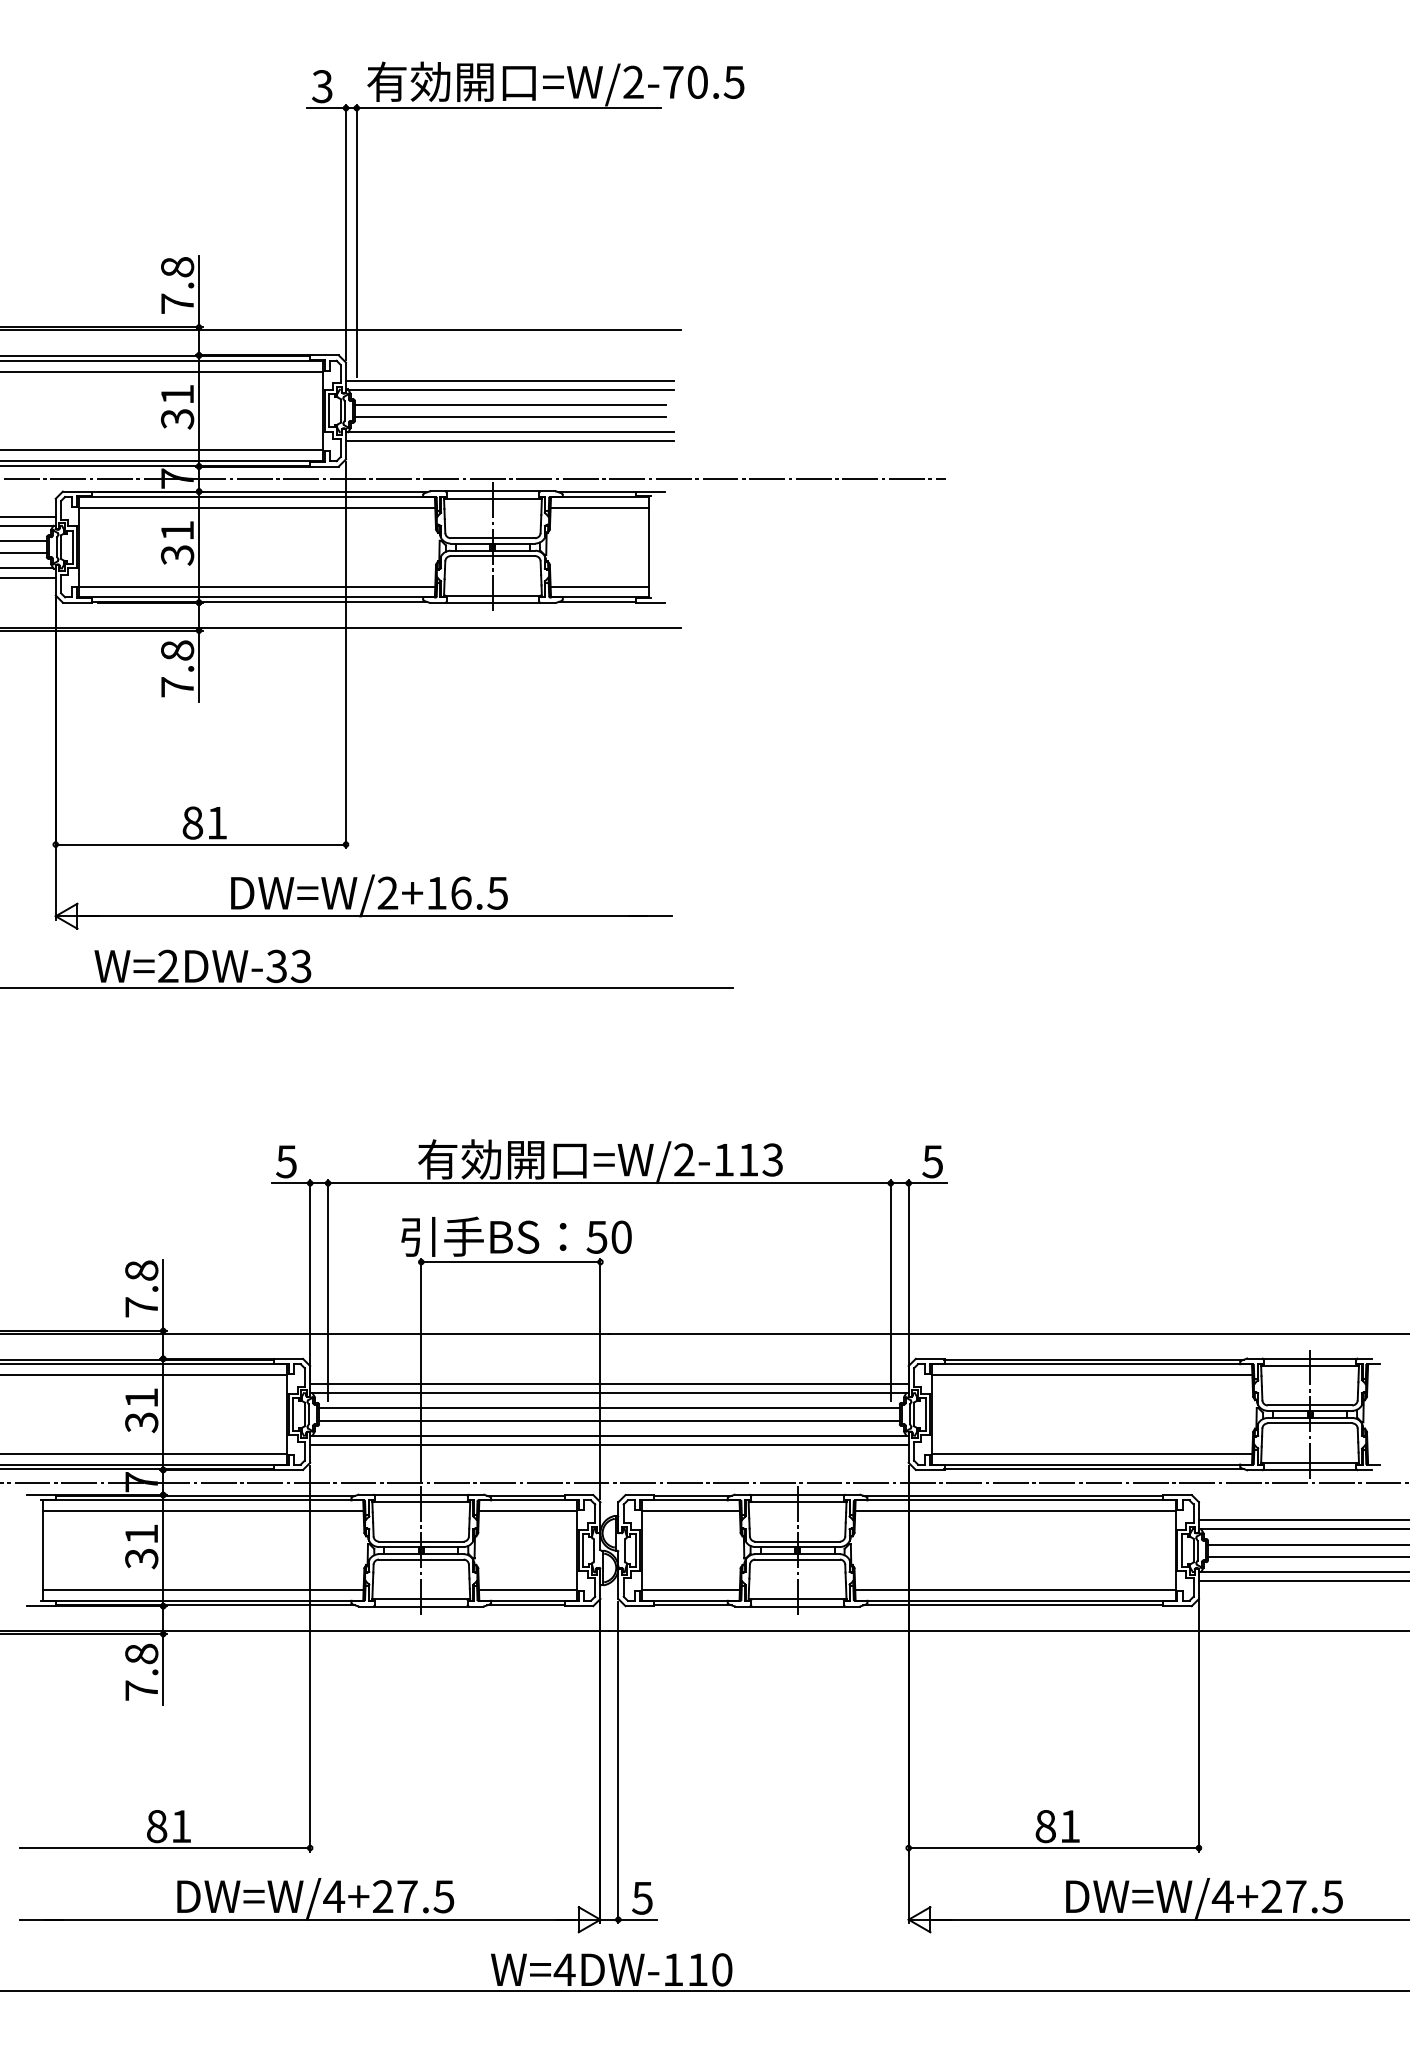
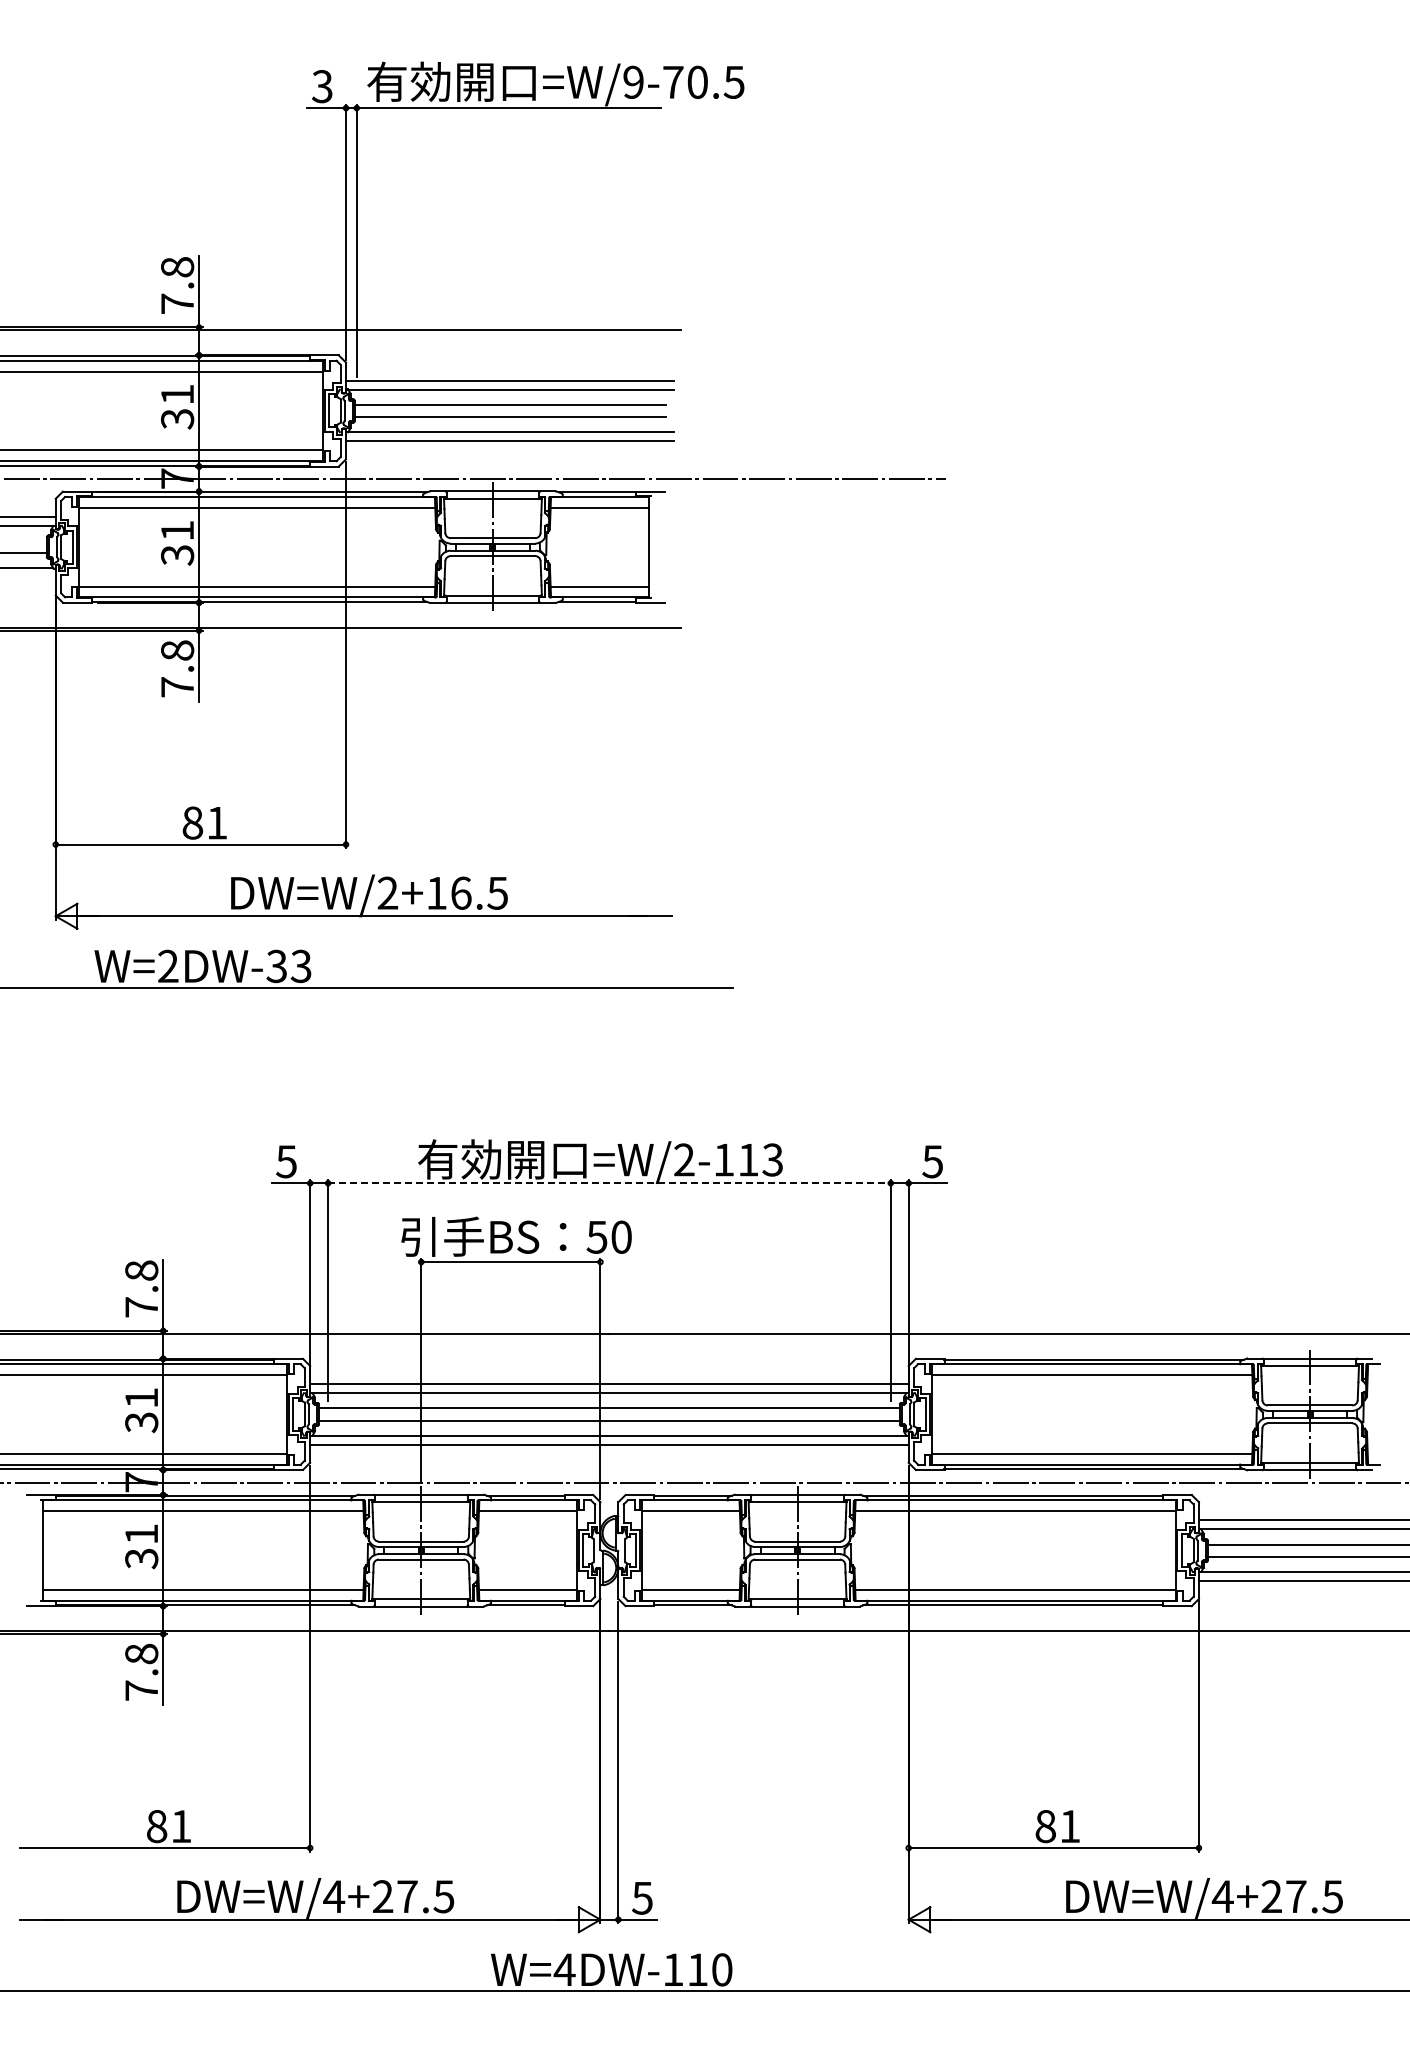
text at (633, 82): =W/2-70.5 -> =W/9-70.5
line at (24, 541): present -> none
line at (28, 577): present -> none
line at (609, 1183): solid -> dashed
